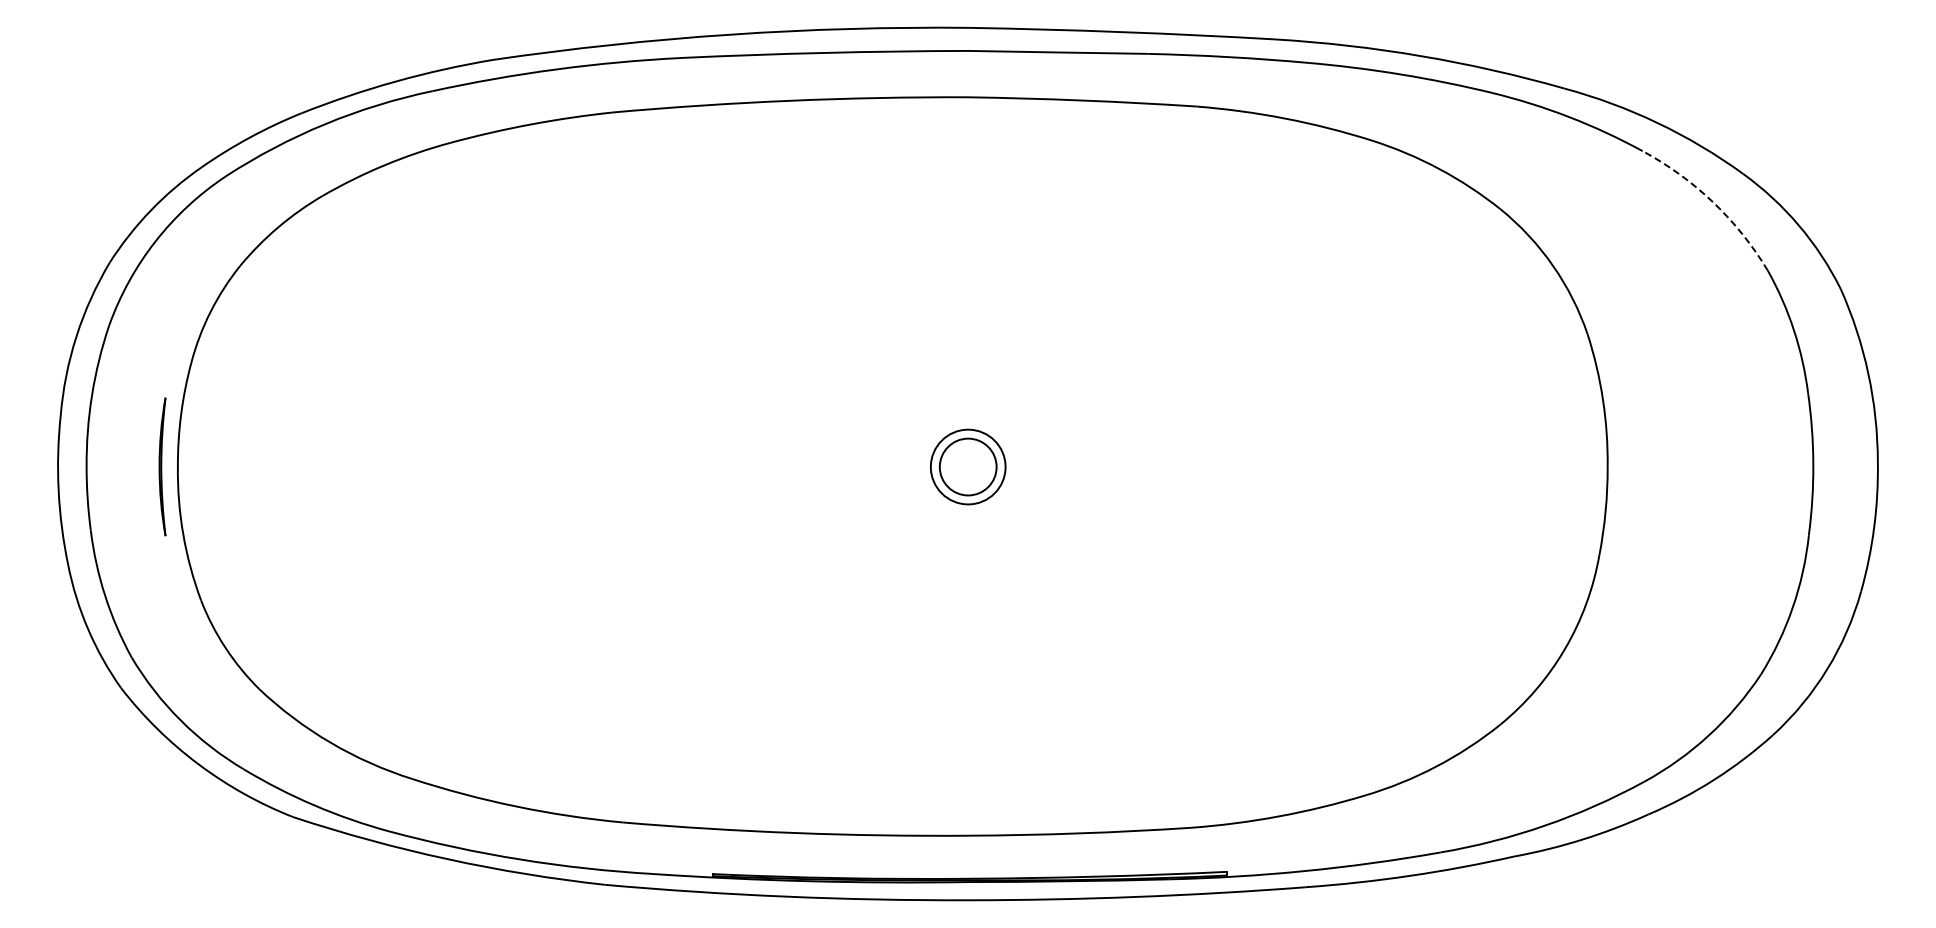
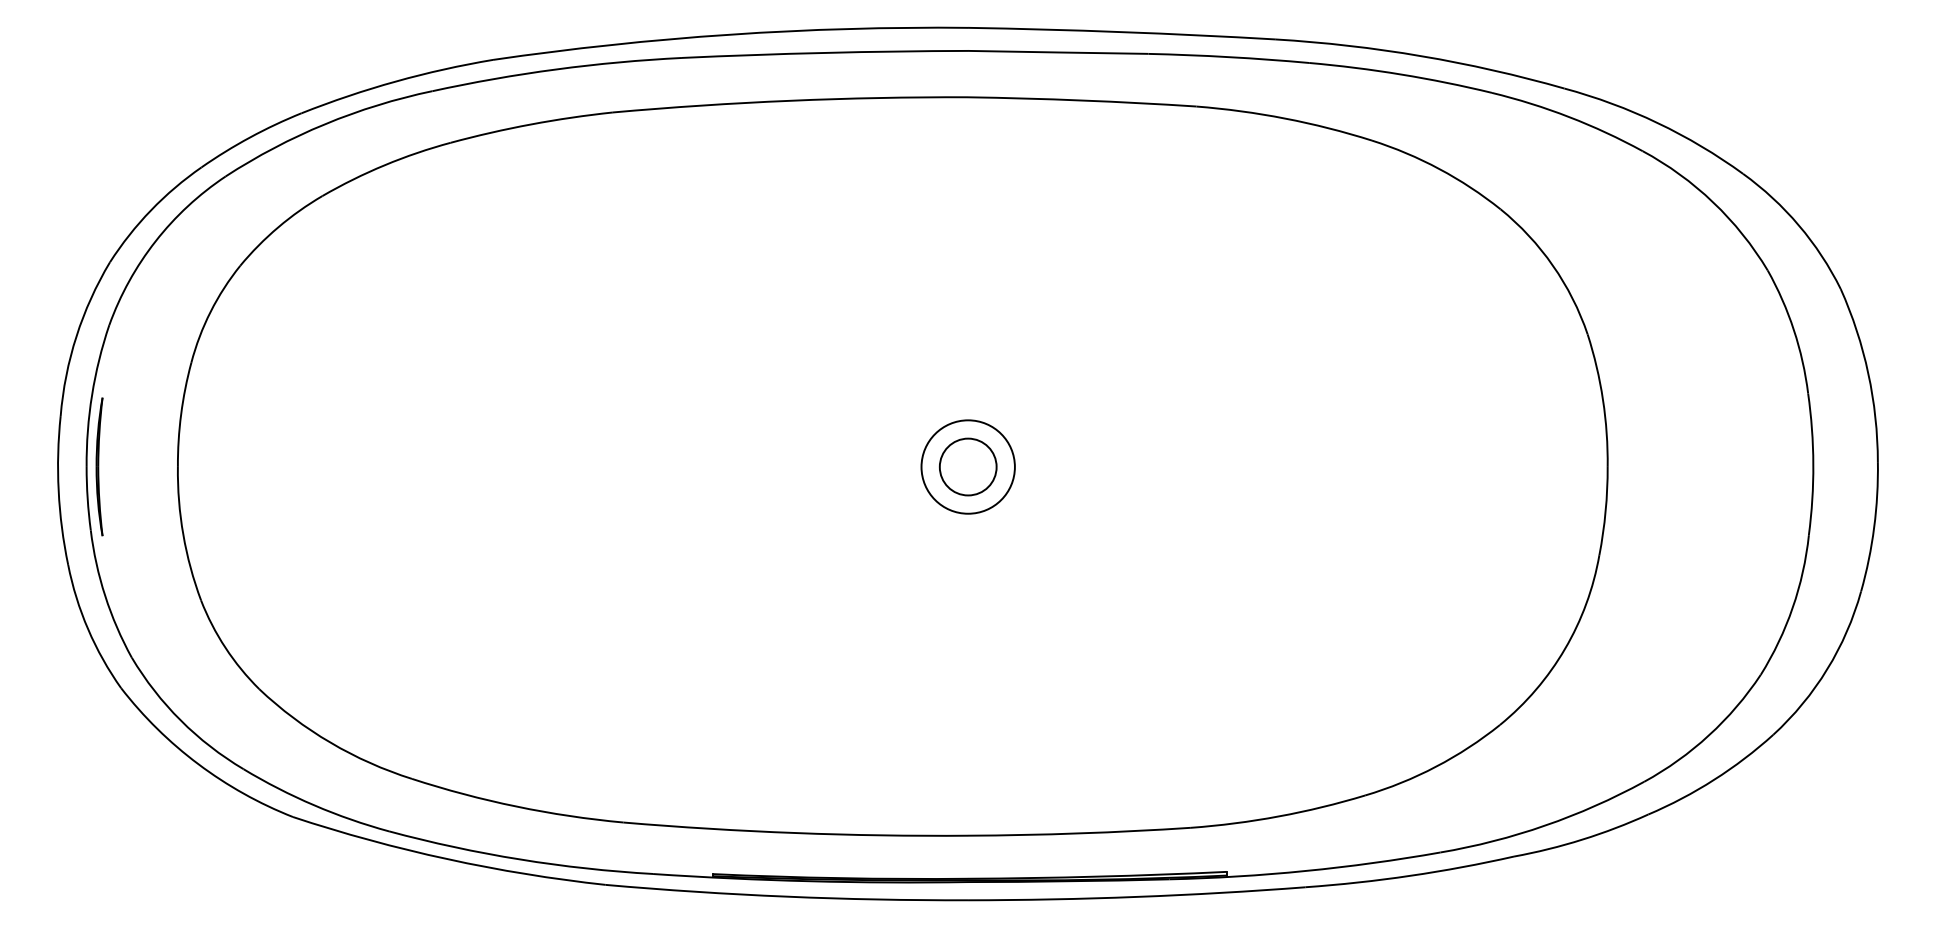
arc at (1713, 202): dashed -> solid
part at (162, 466) position: (162, 466) -> (99, 466)
circle at (967, 466) diameter: 75 px -> 93 px
